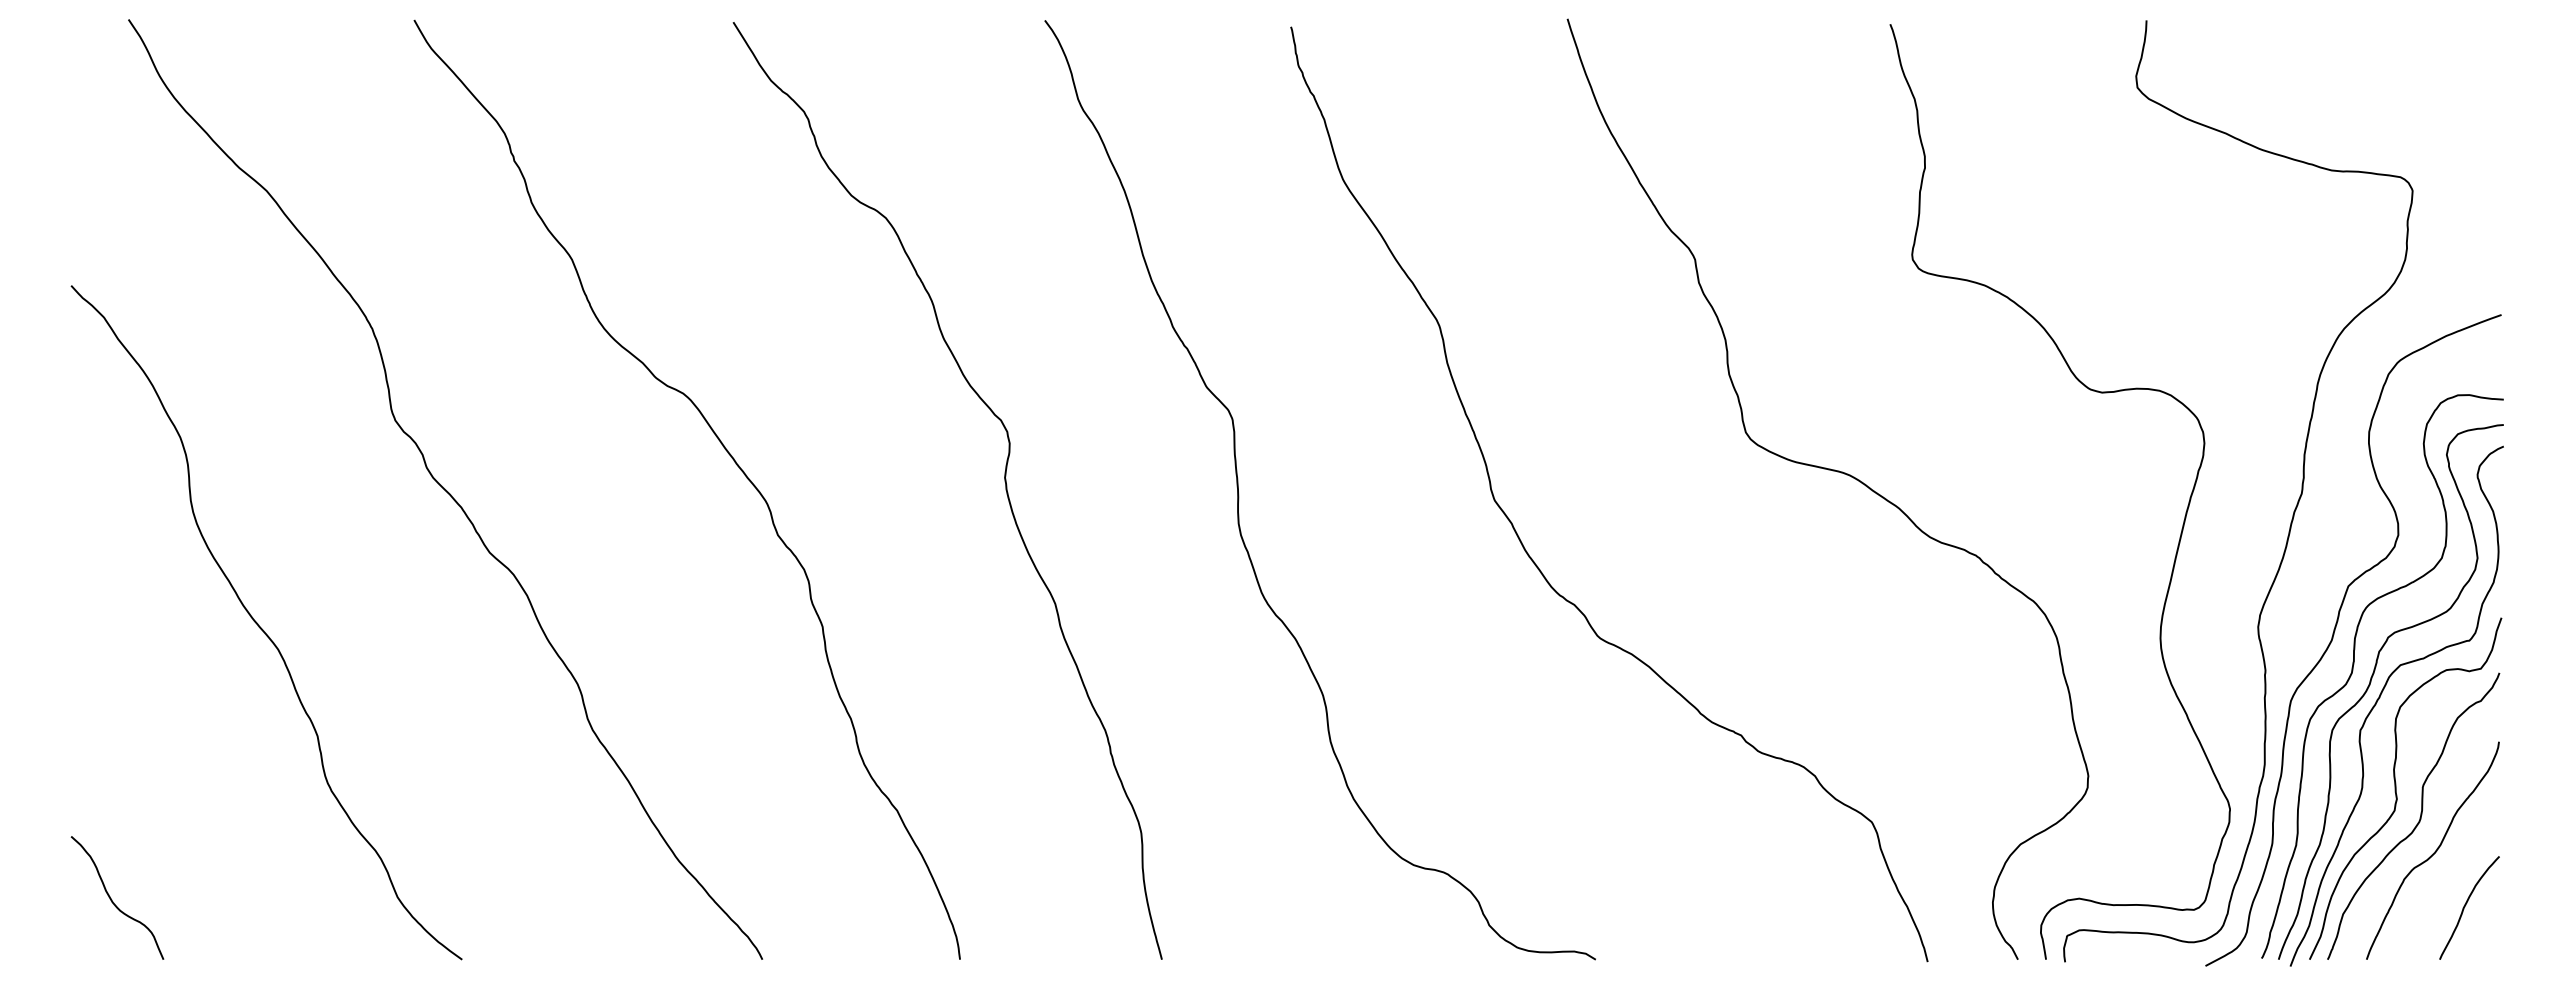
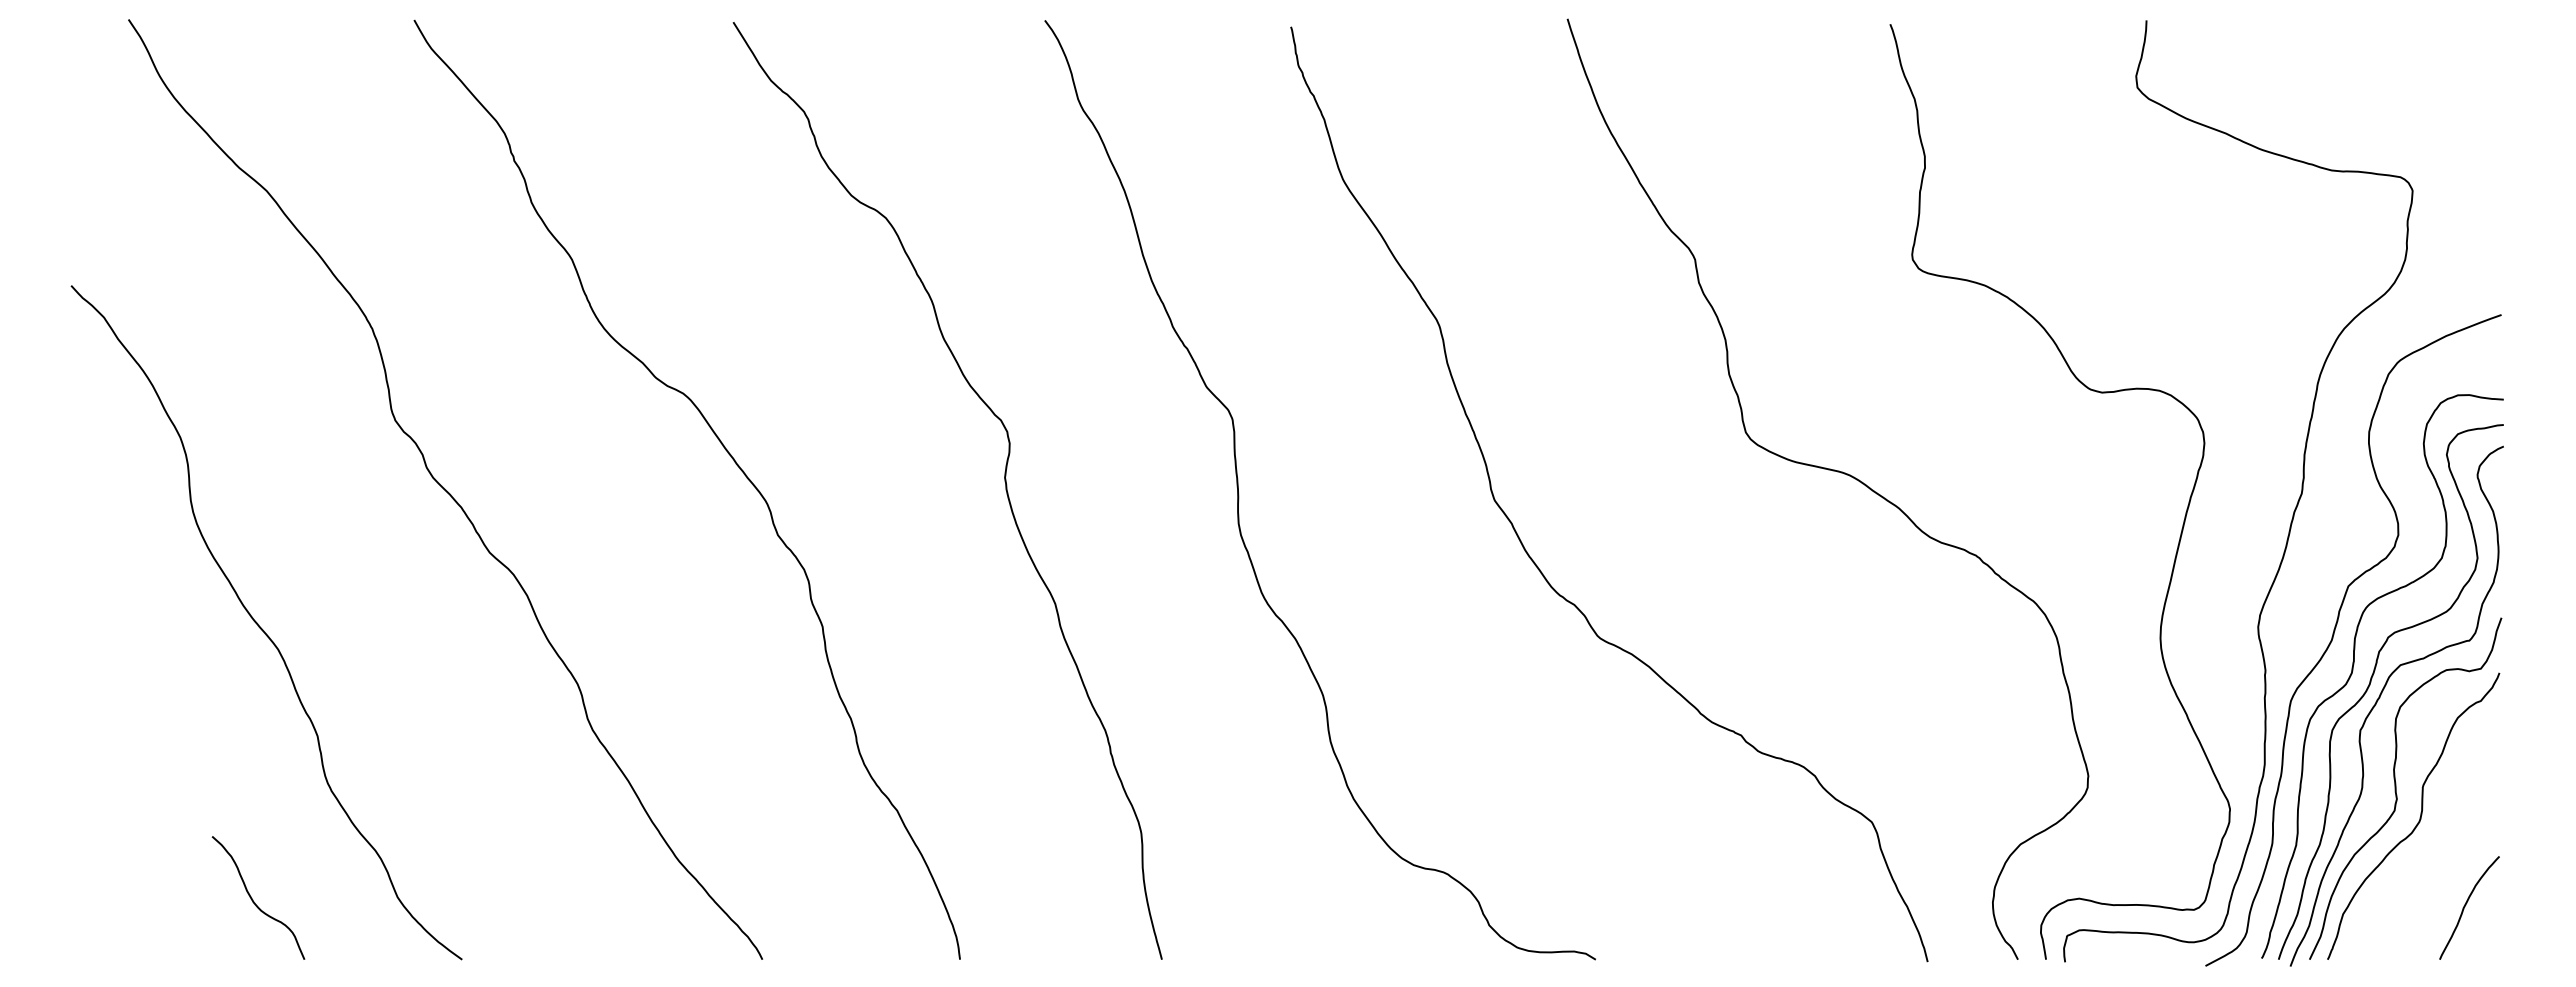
curve at (2434, 851): present -> none
curve at (112, 899) position: (112, 899) -> (253, 899)
